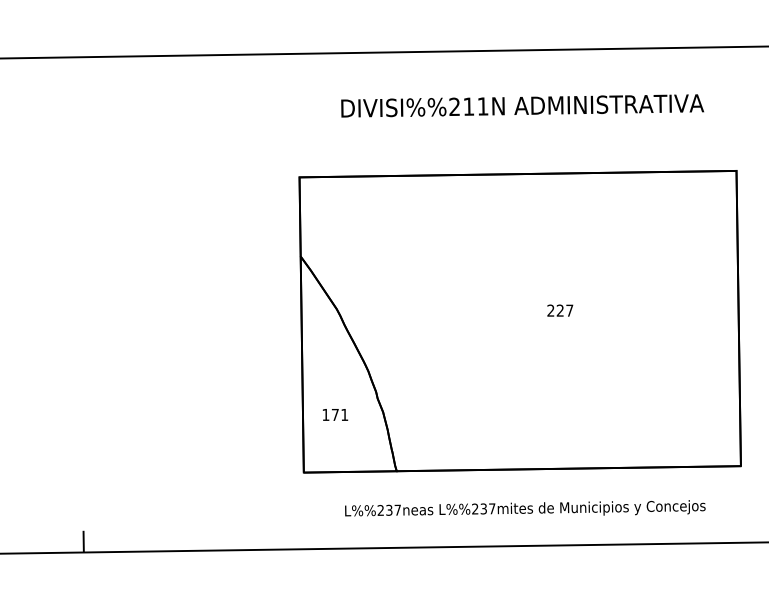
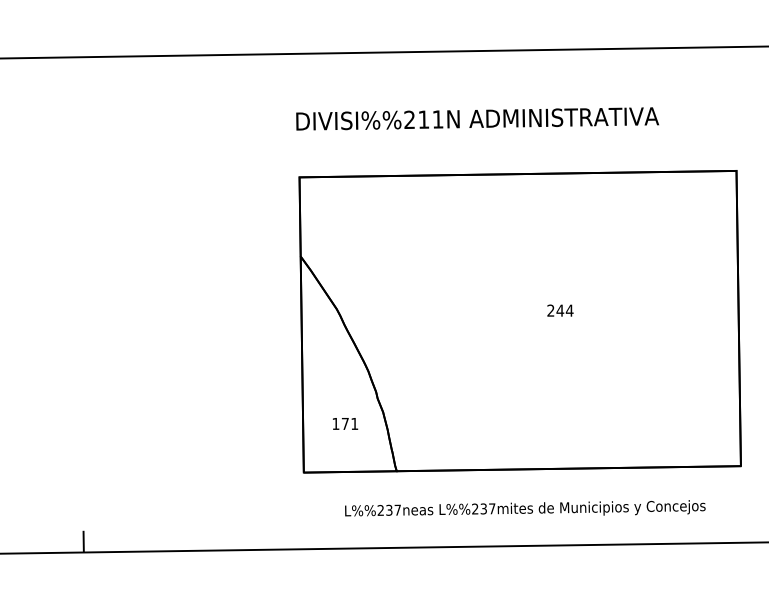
text at (522, 105) position: (522, 105) -> (477, 118)
text at (564, 310): 227 -> 244
text at (335, 414) position: (335, 414) -> (345, 423)
